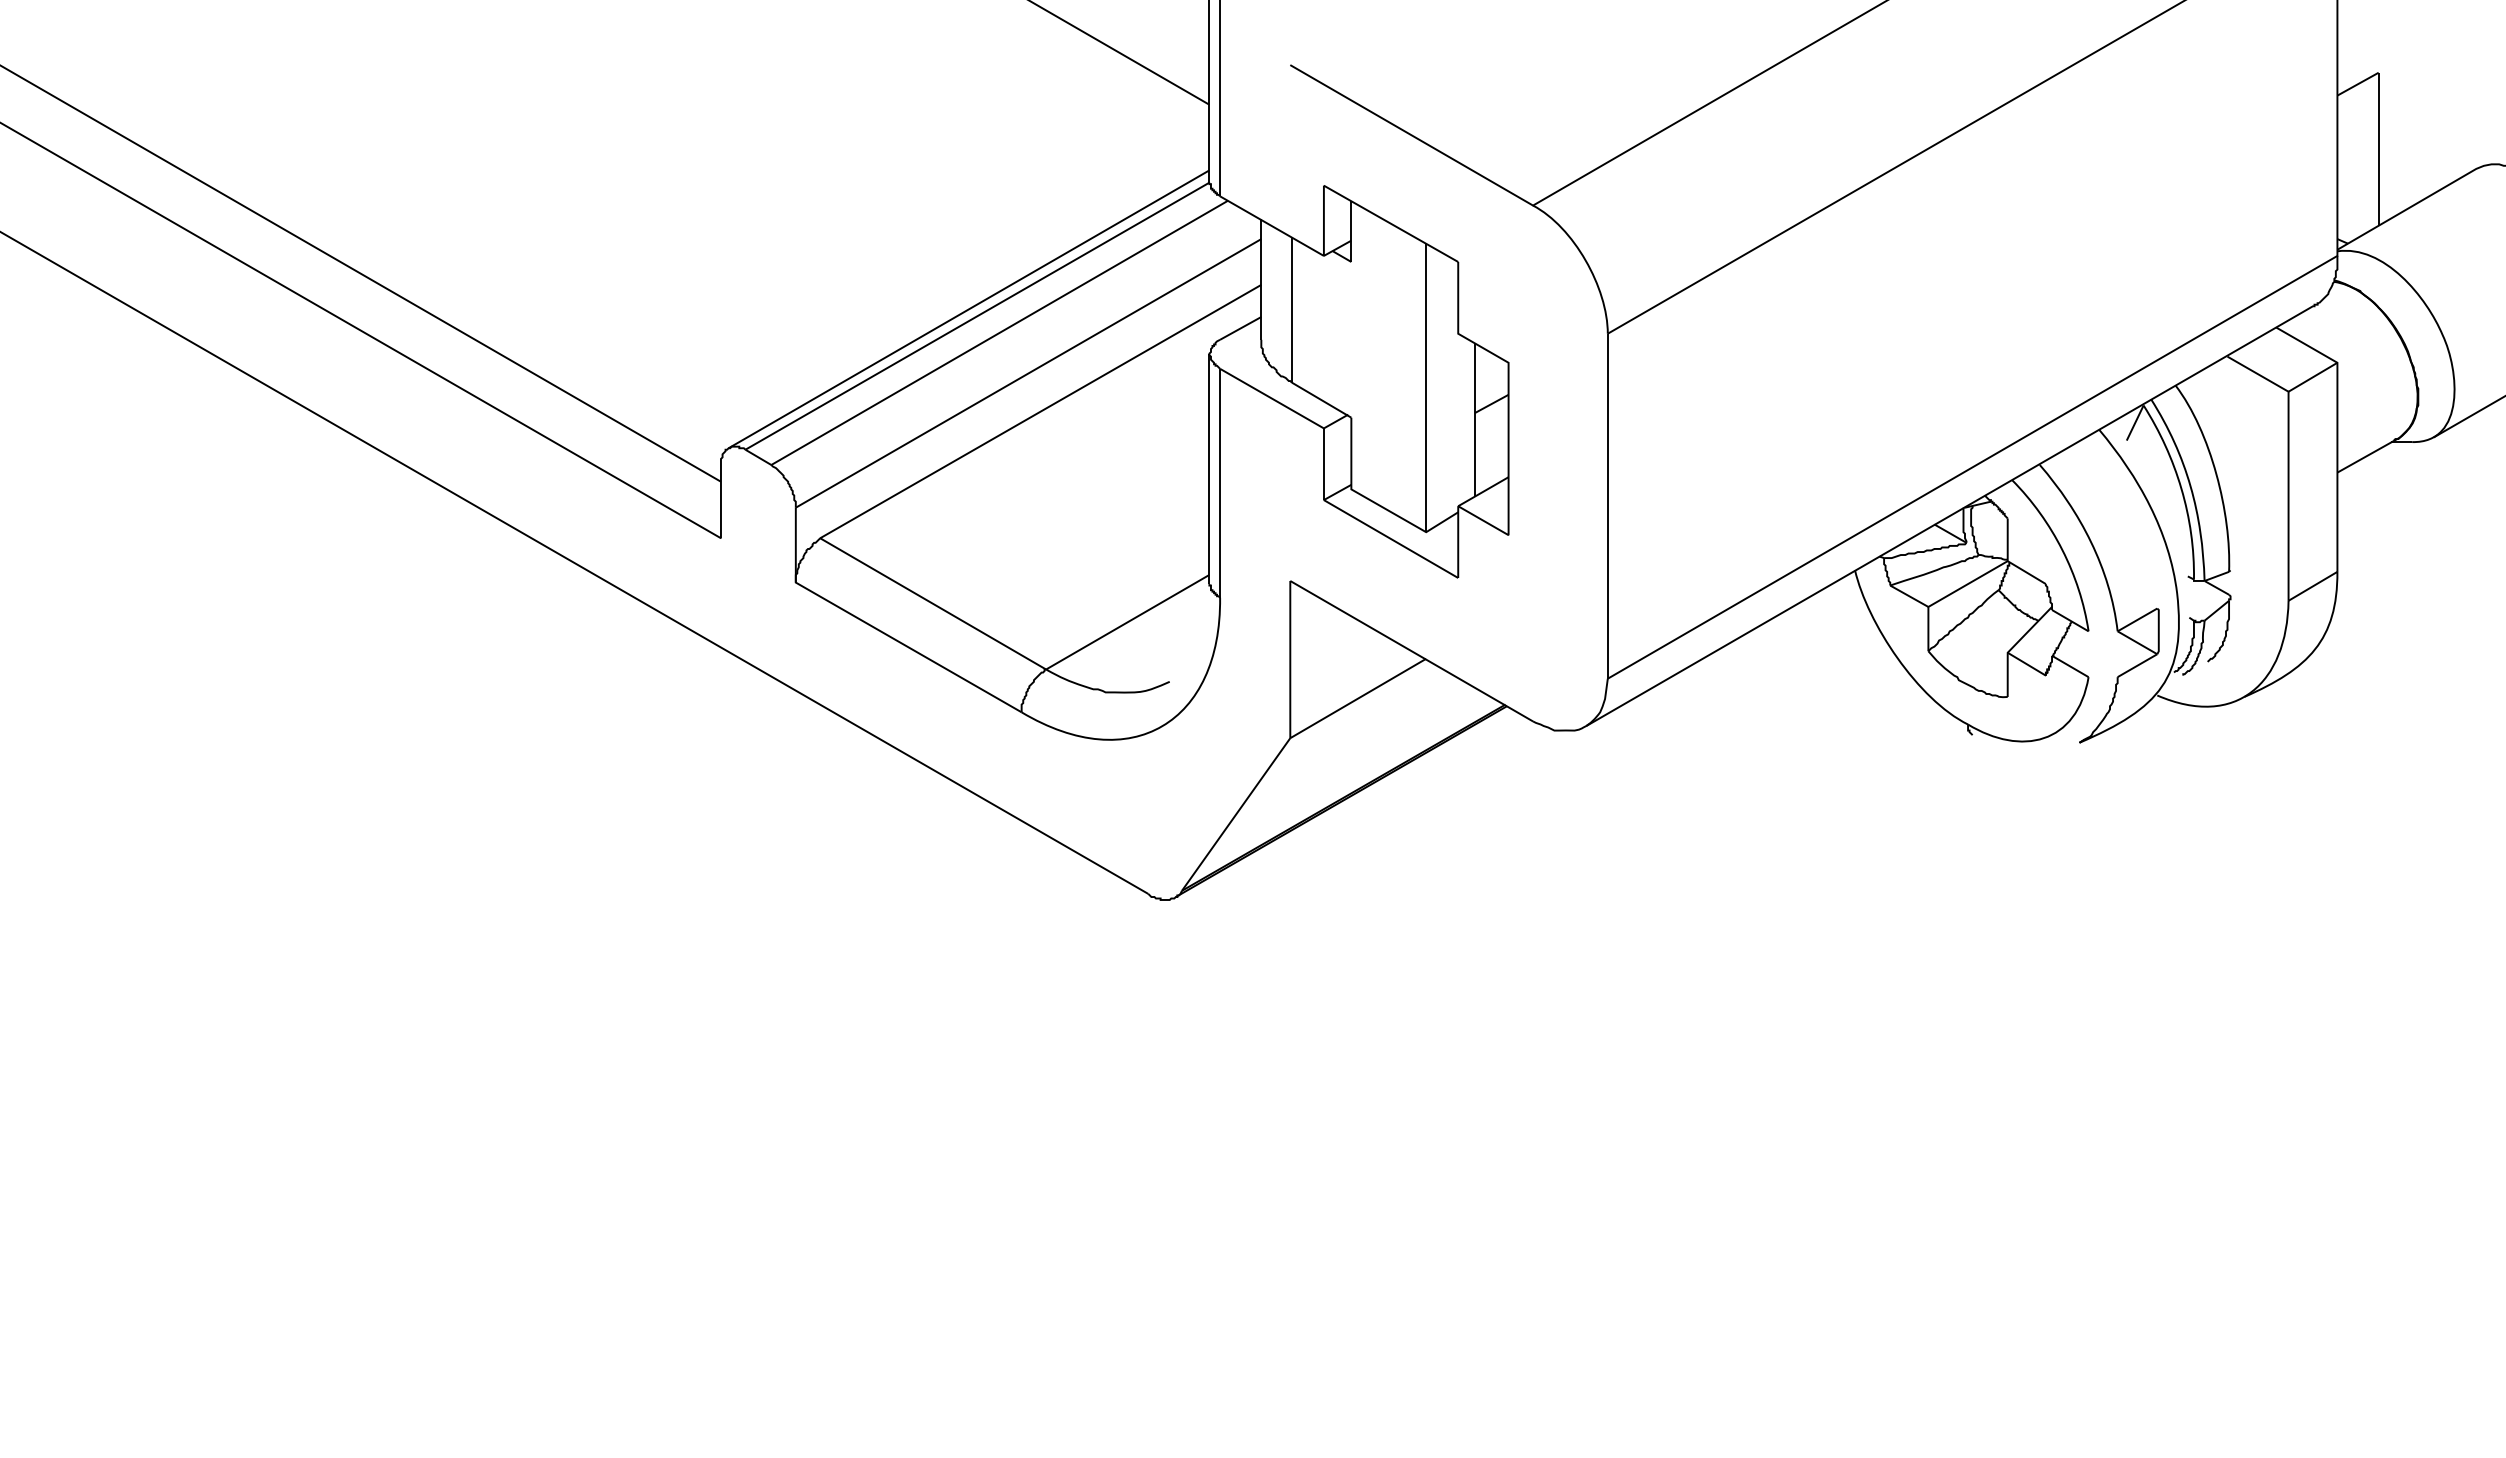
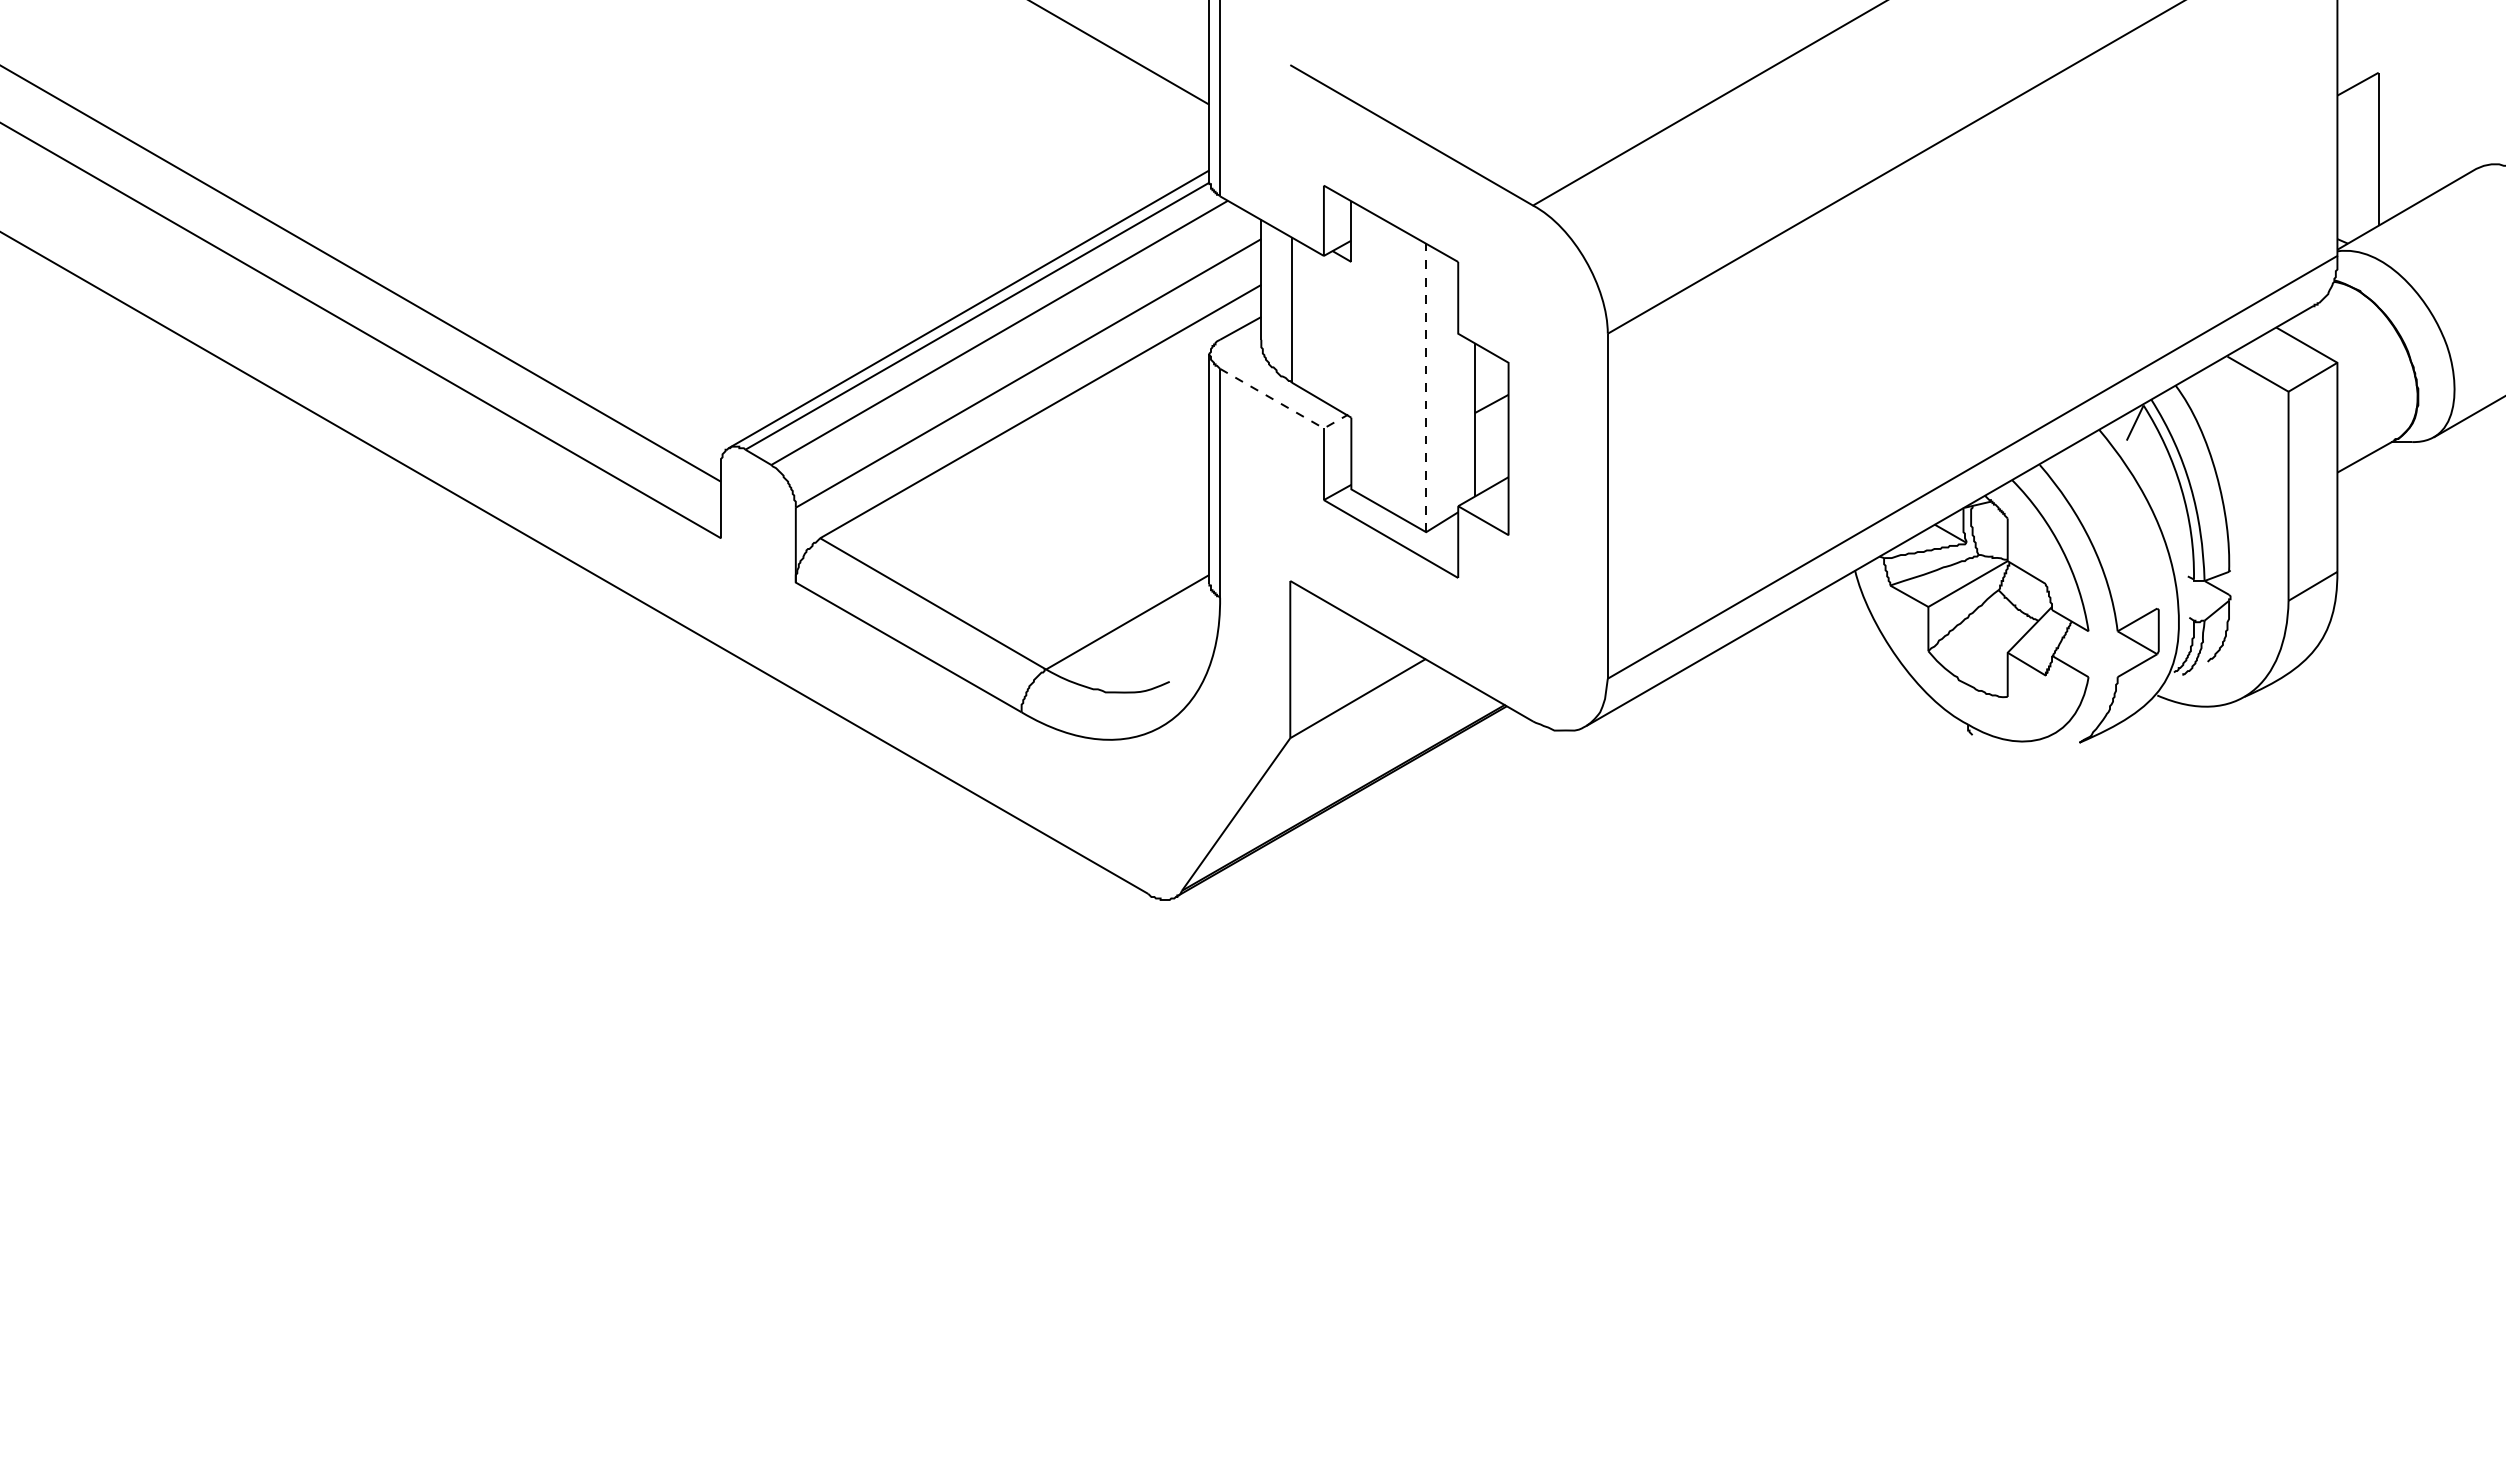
line at (1426, 387): solid -> dashed
line at (1284, 406): solid -> dashed
